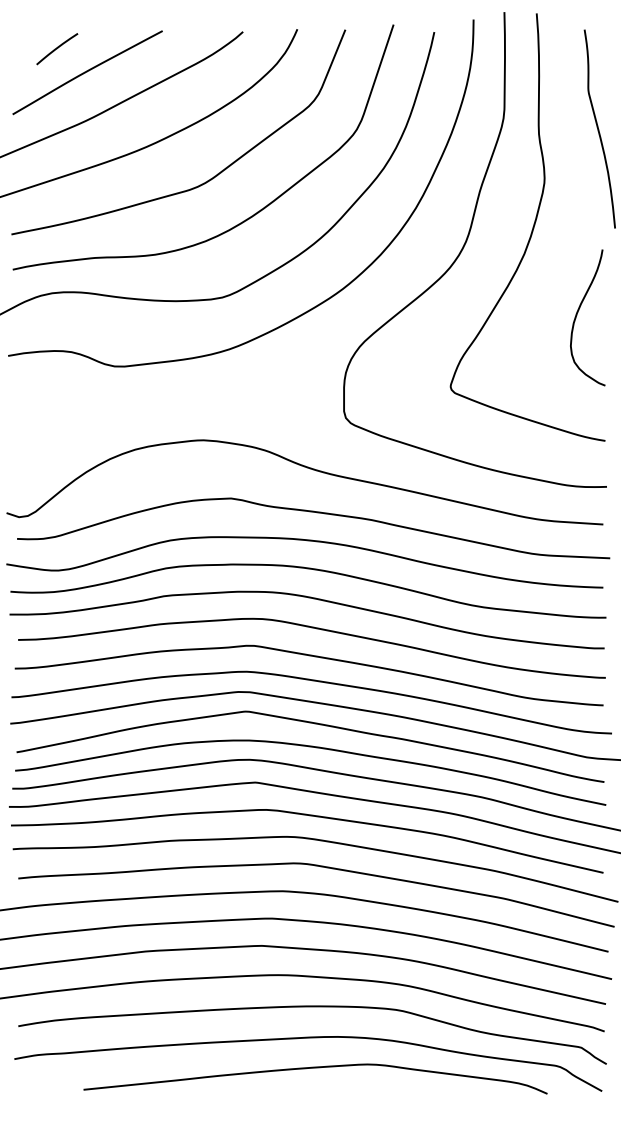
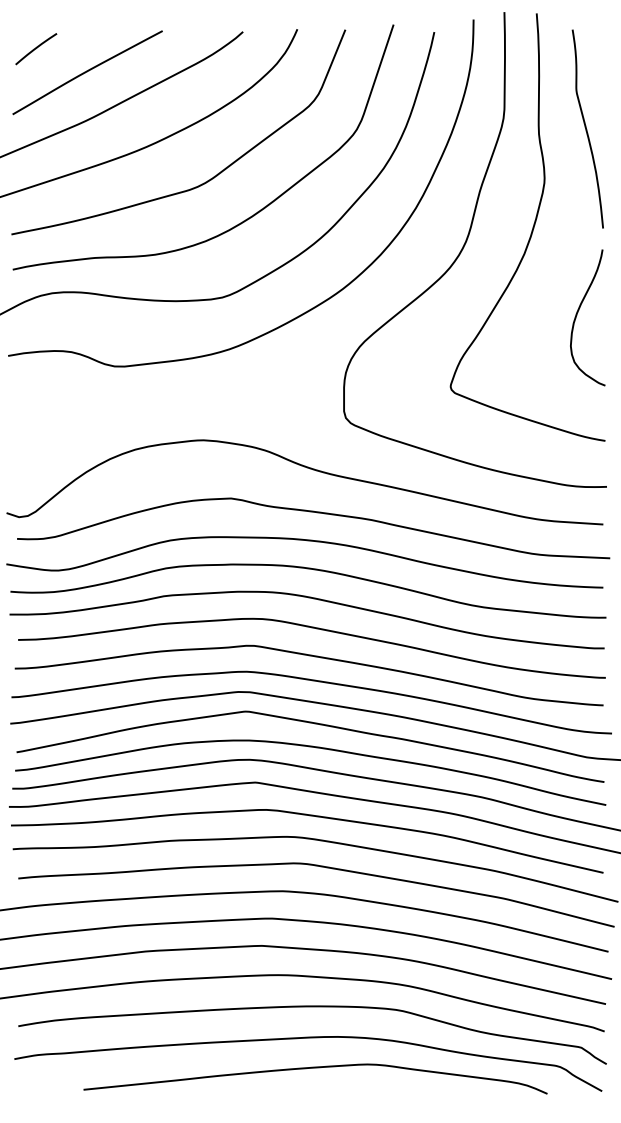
line at (57, 49) position: (57, 49) -> (36, 49)
curve at (598, 128) position: (598, 128) -> (586, 128)
